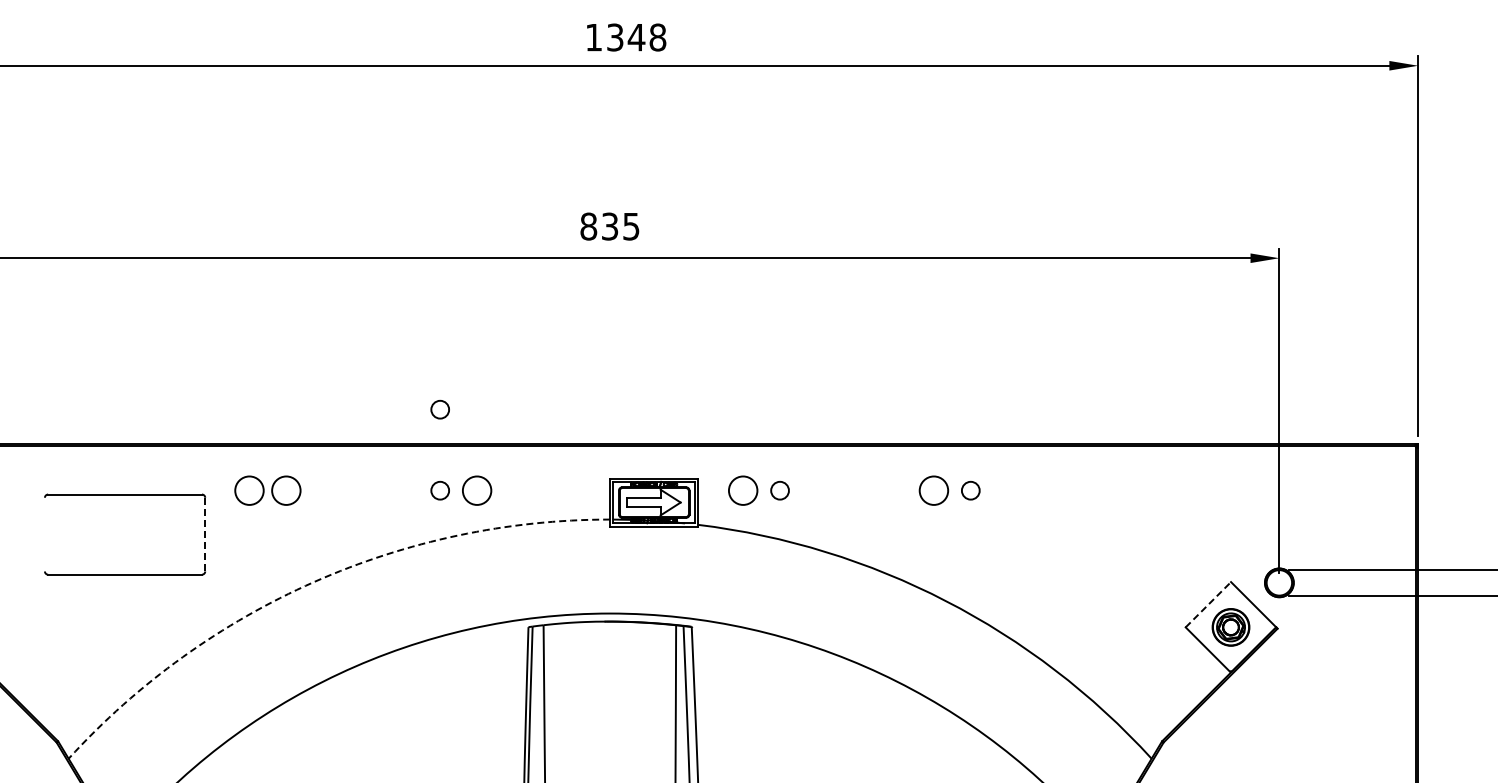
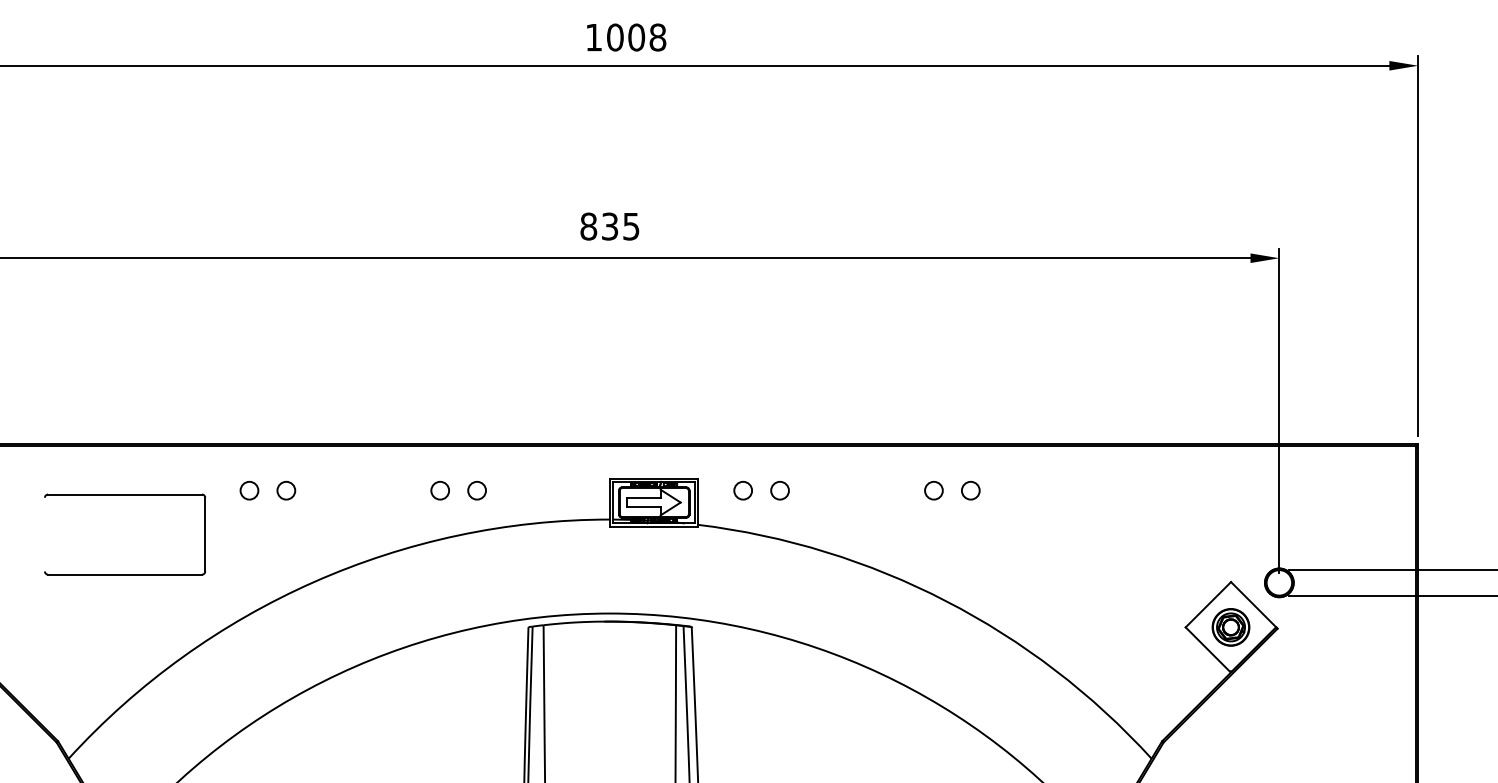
text at (626, 37): 1348 -> 1008
circle at (439, 409): present -> none
circle at (249, 490) diameter: 28 px -> 18 px
circle at (286, 490) diameter: 28 px -> 18 px
circle at (476, 490) diameter: 28 px -> 18 px
circle at (742, 490) diameter: 28 px -> 18 px
circle at (933, 490) diameter: 28 px -> 18 px
line at (205, 534): dashed -> solid
arc at (314, 582): dashed -> solid
line at (1208, 604): dashed -> solid
